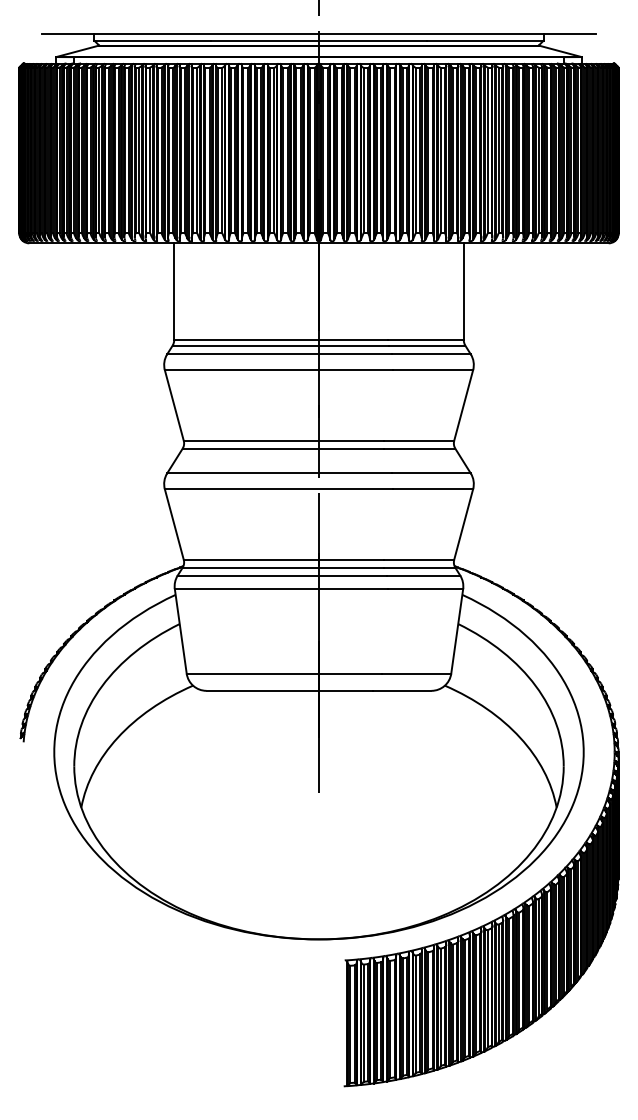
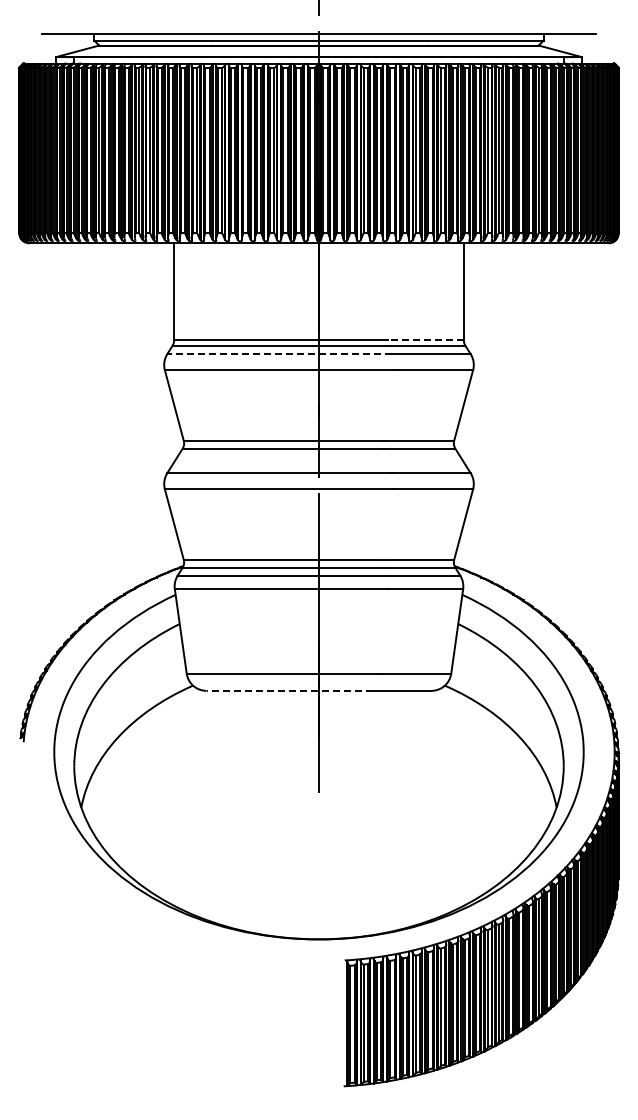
line at (426, 340): solid -> dashed
line at (278, 354): solid -> dashed
line at (289, 690): solid -> dashed
